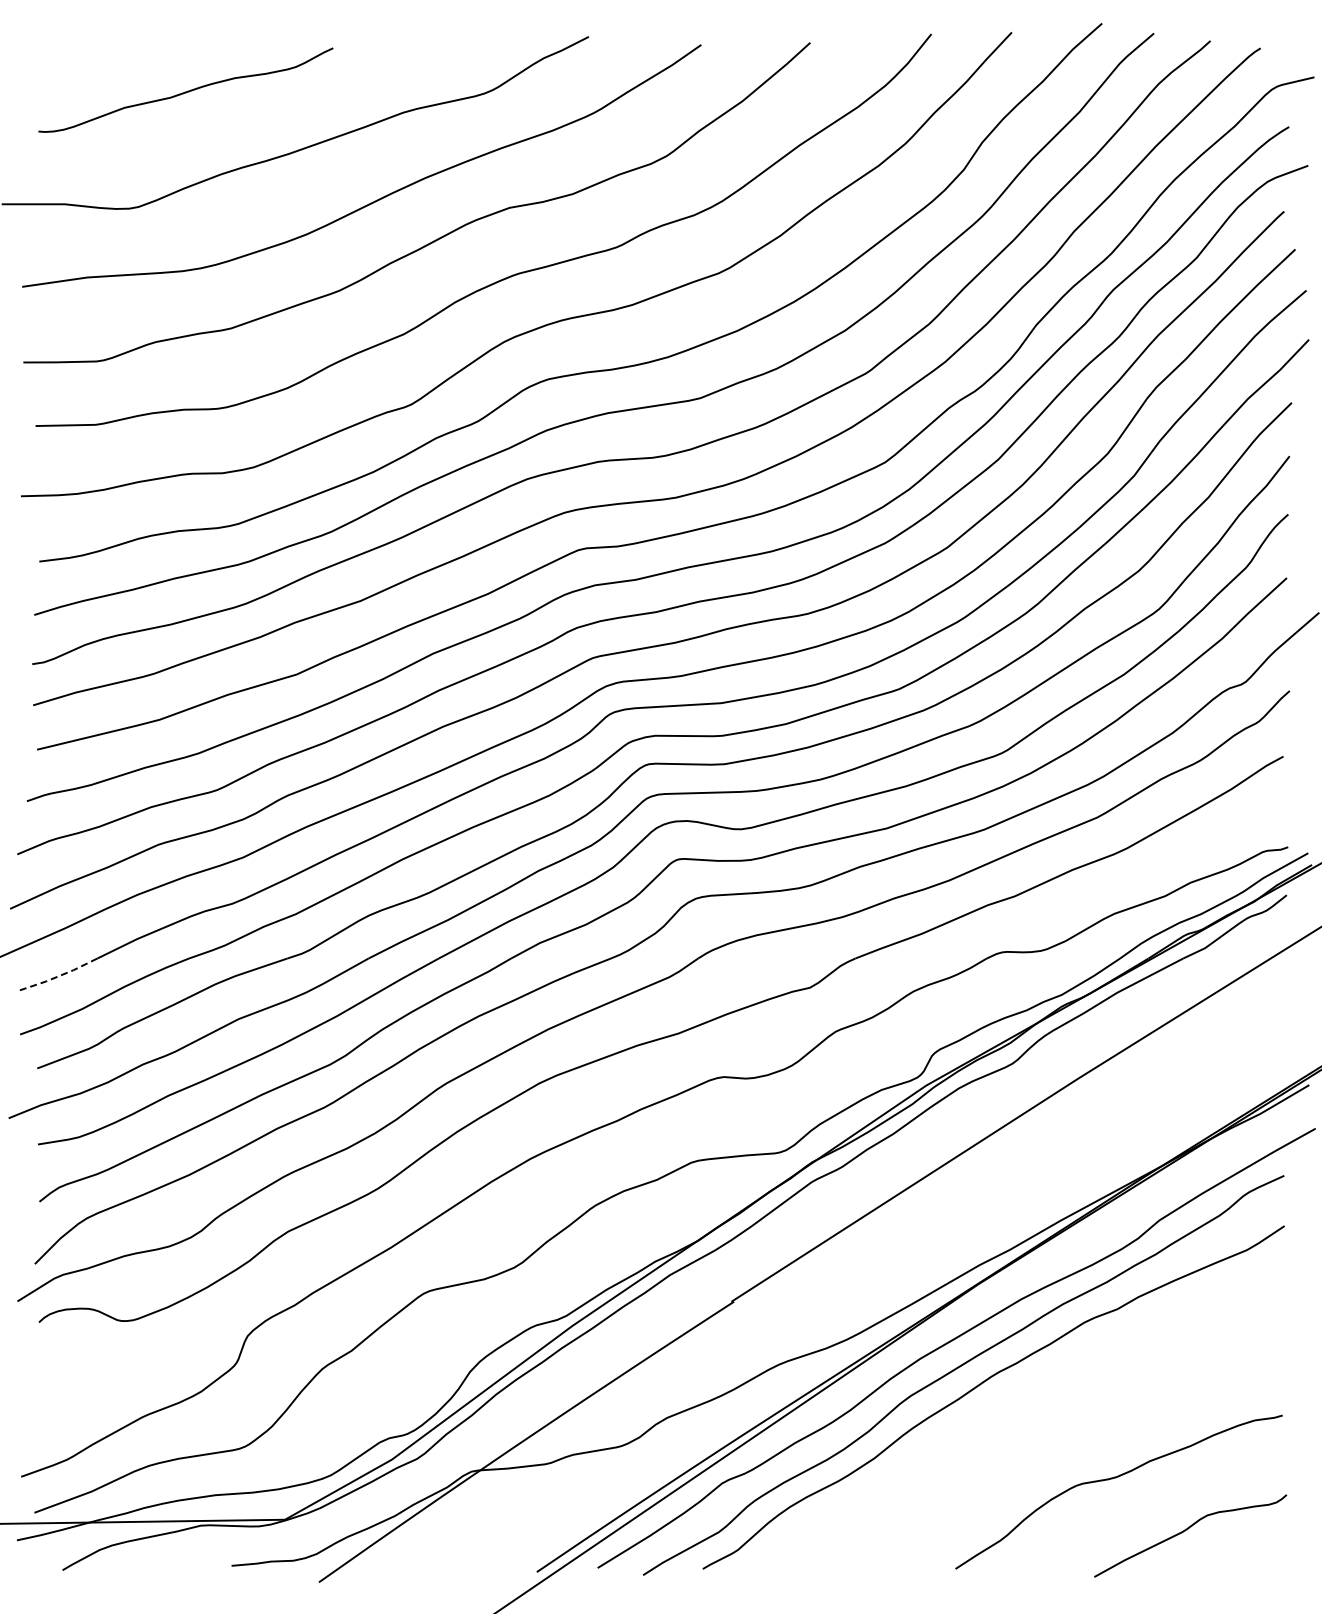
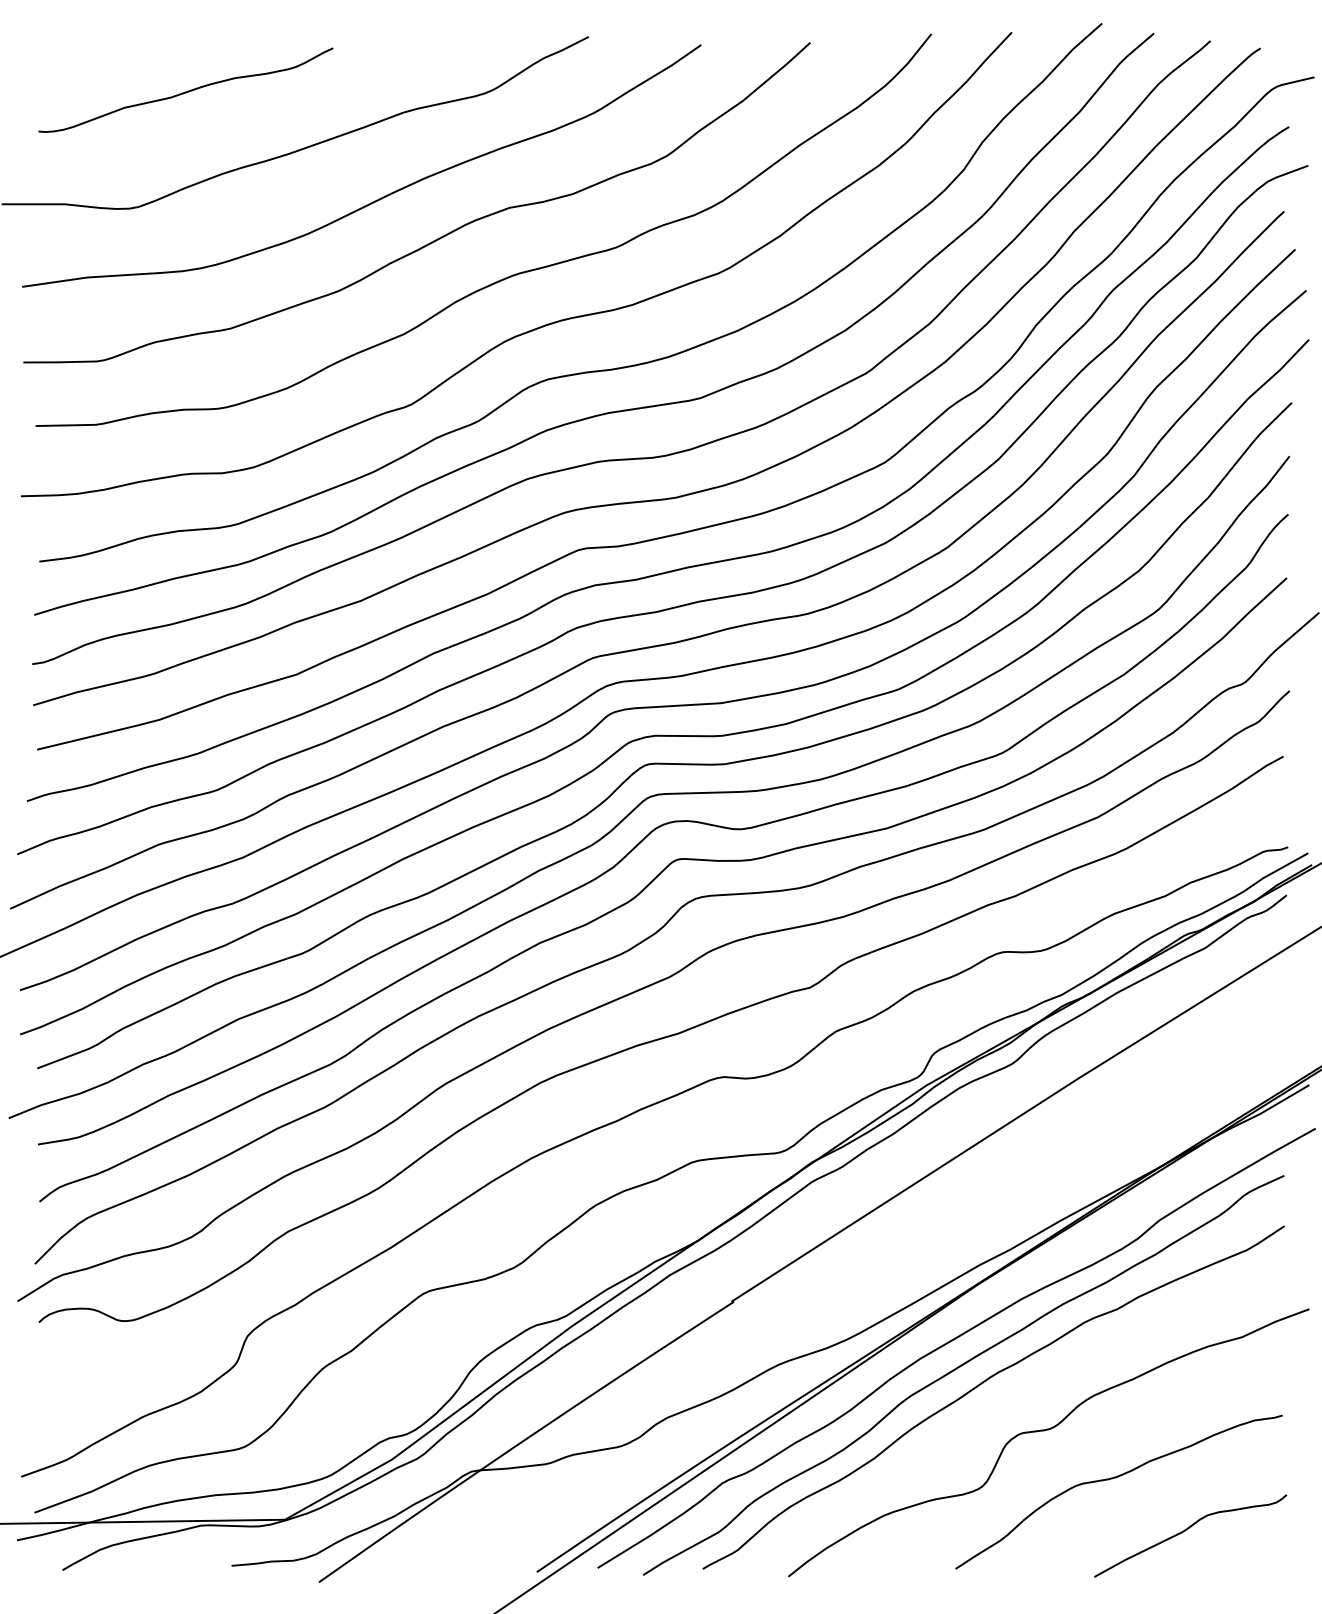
line at (58, 976): dashed -> solid
curve at (1044, 1431): none -> present
